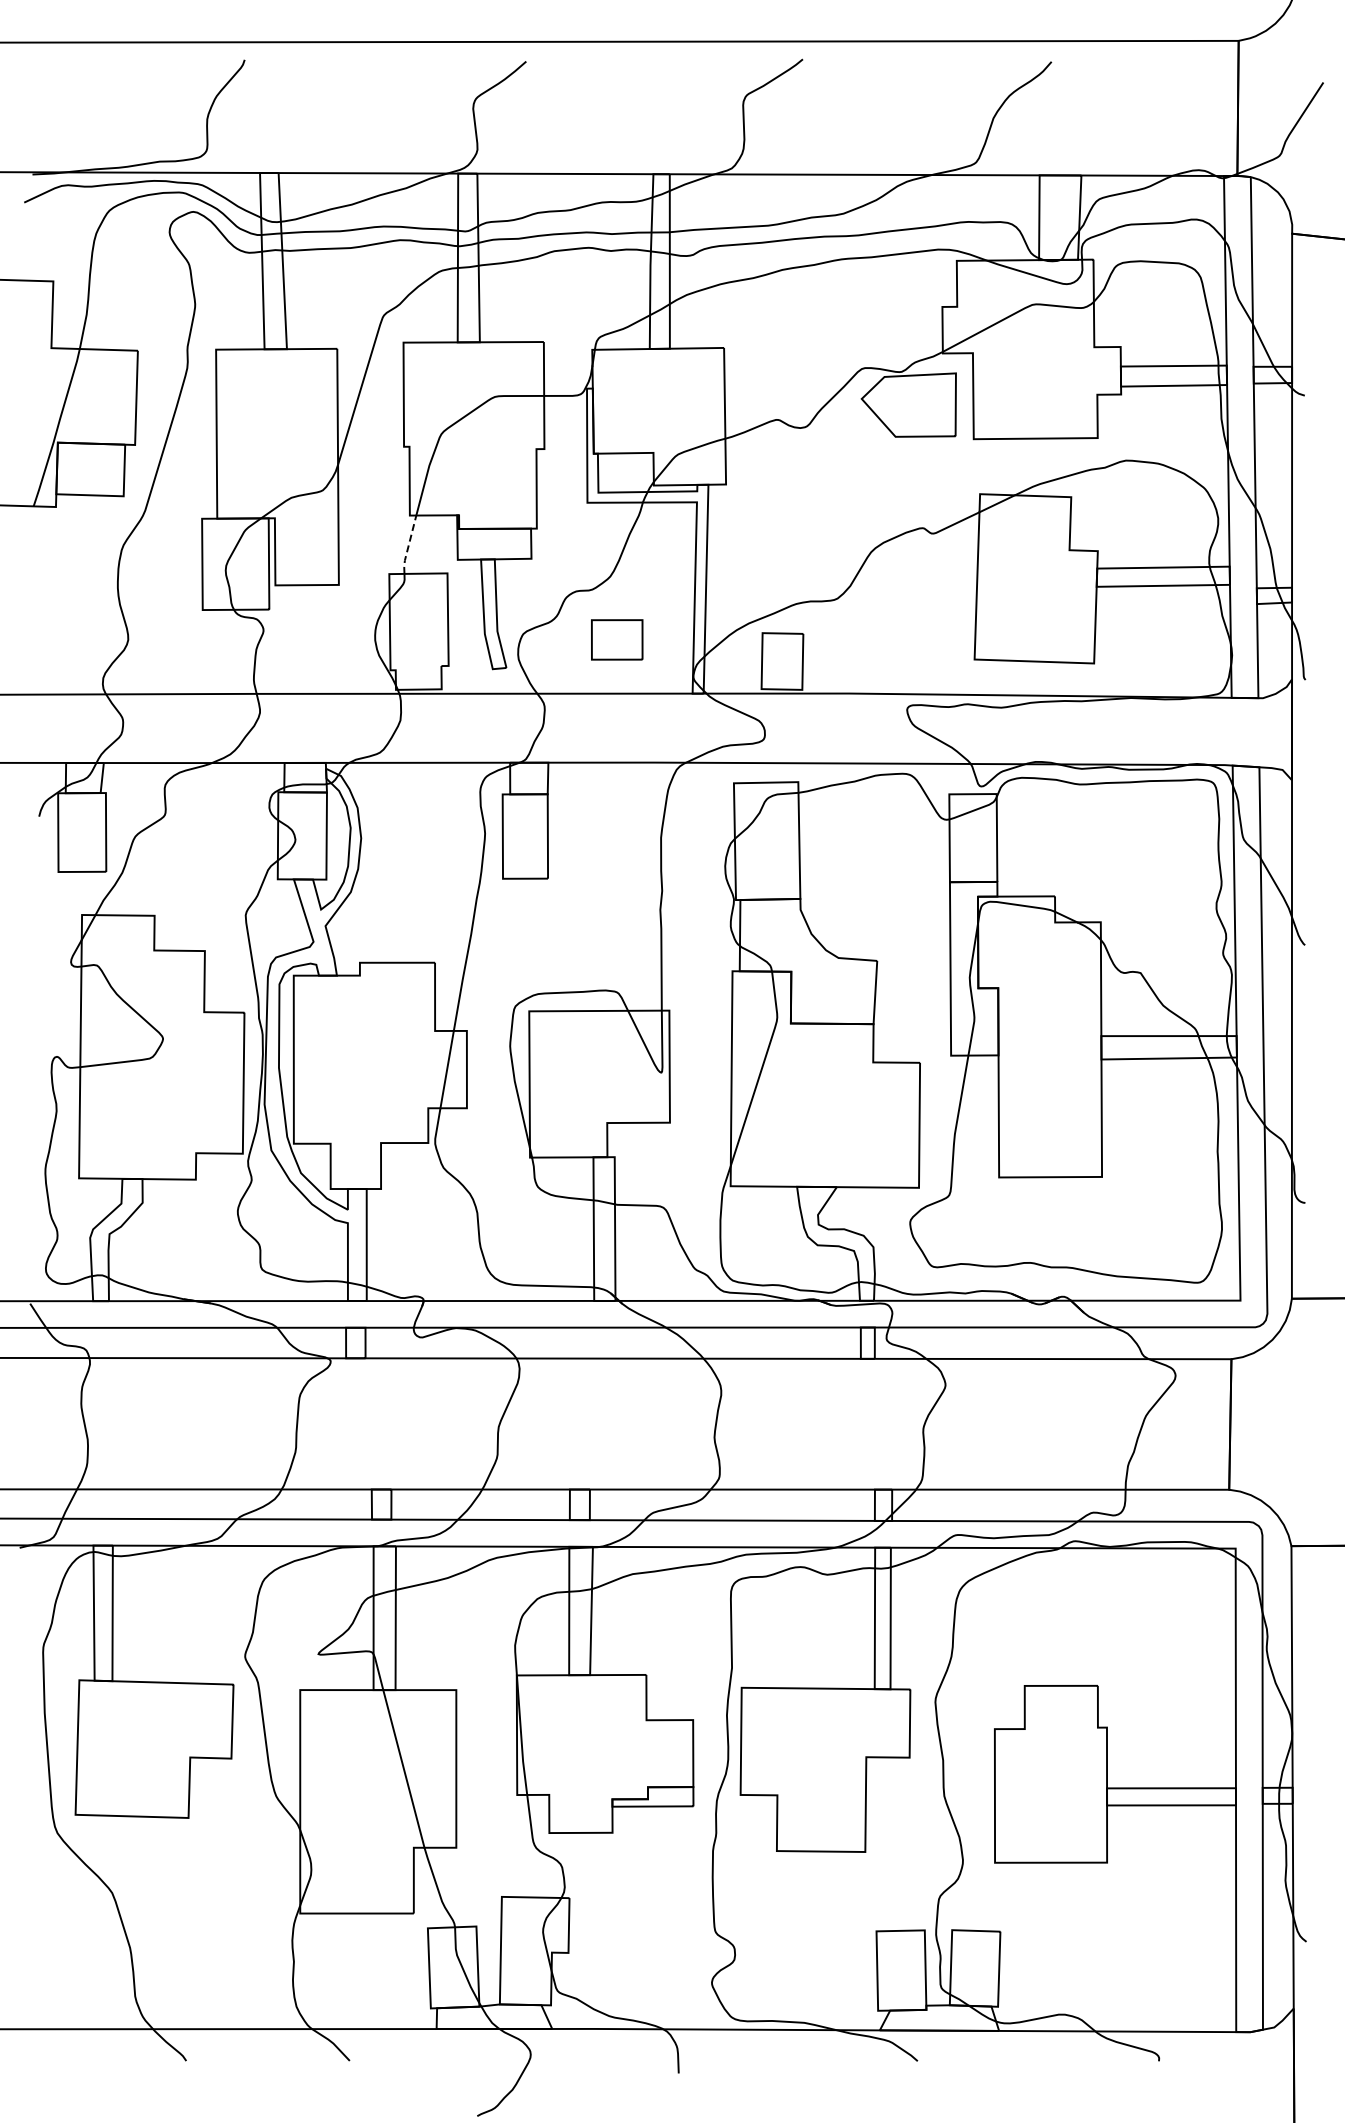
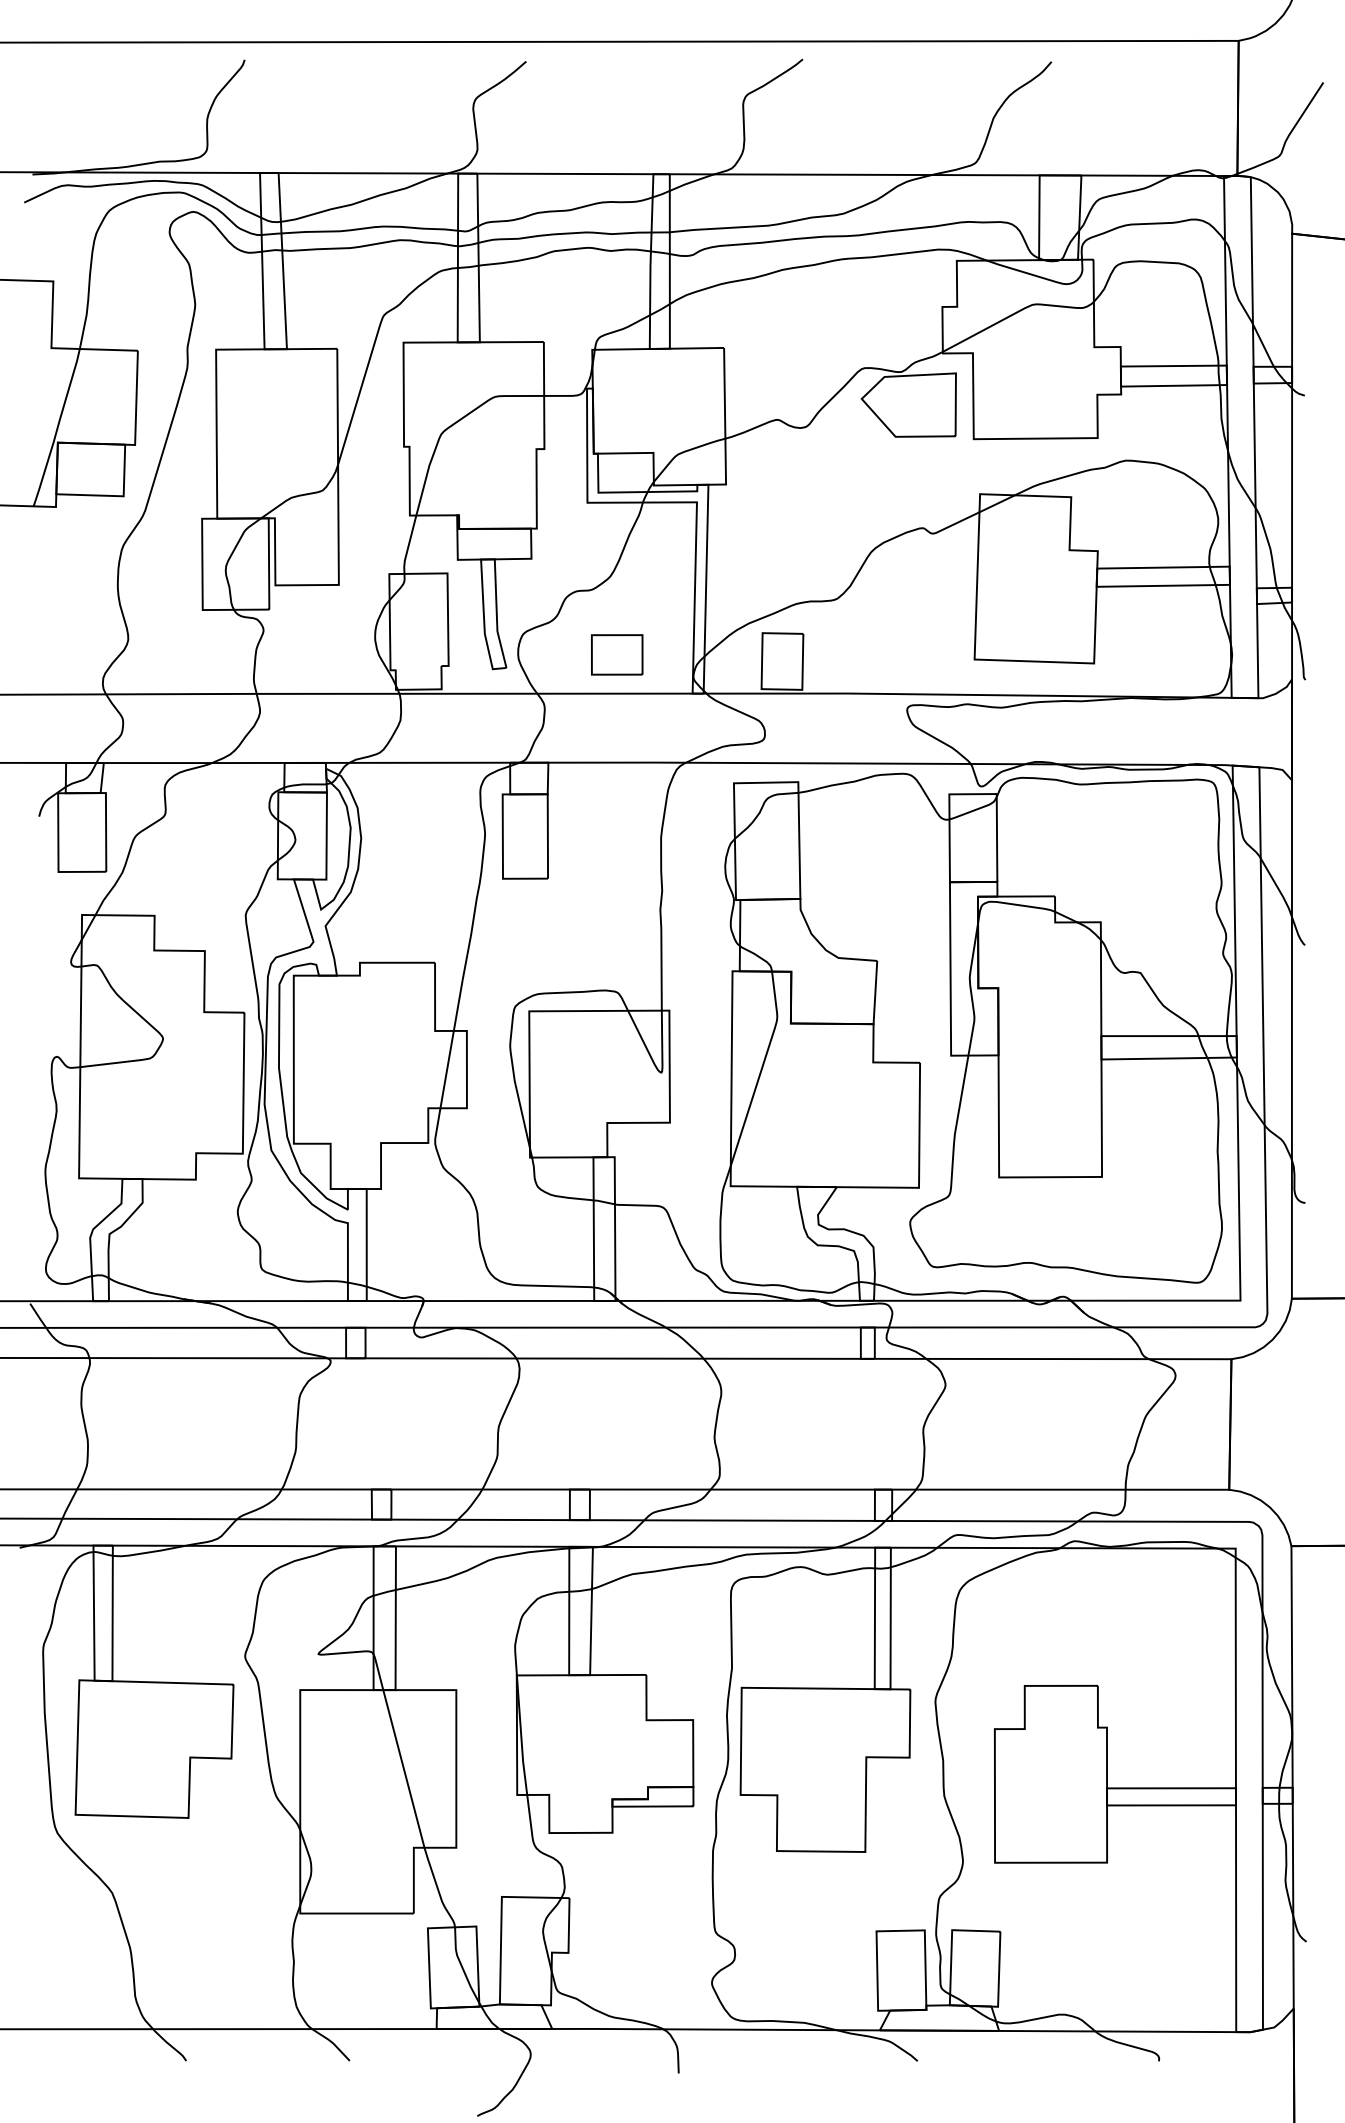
line at (408, 545): dashed -> solid
part at (617, 639) position: (617, 639) -> (617, 654)
